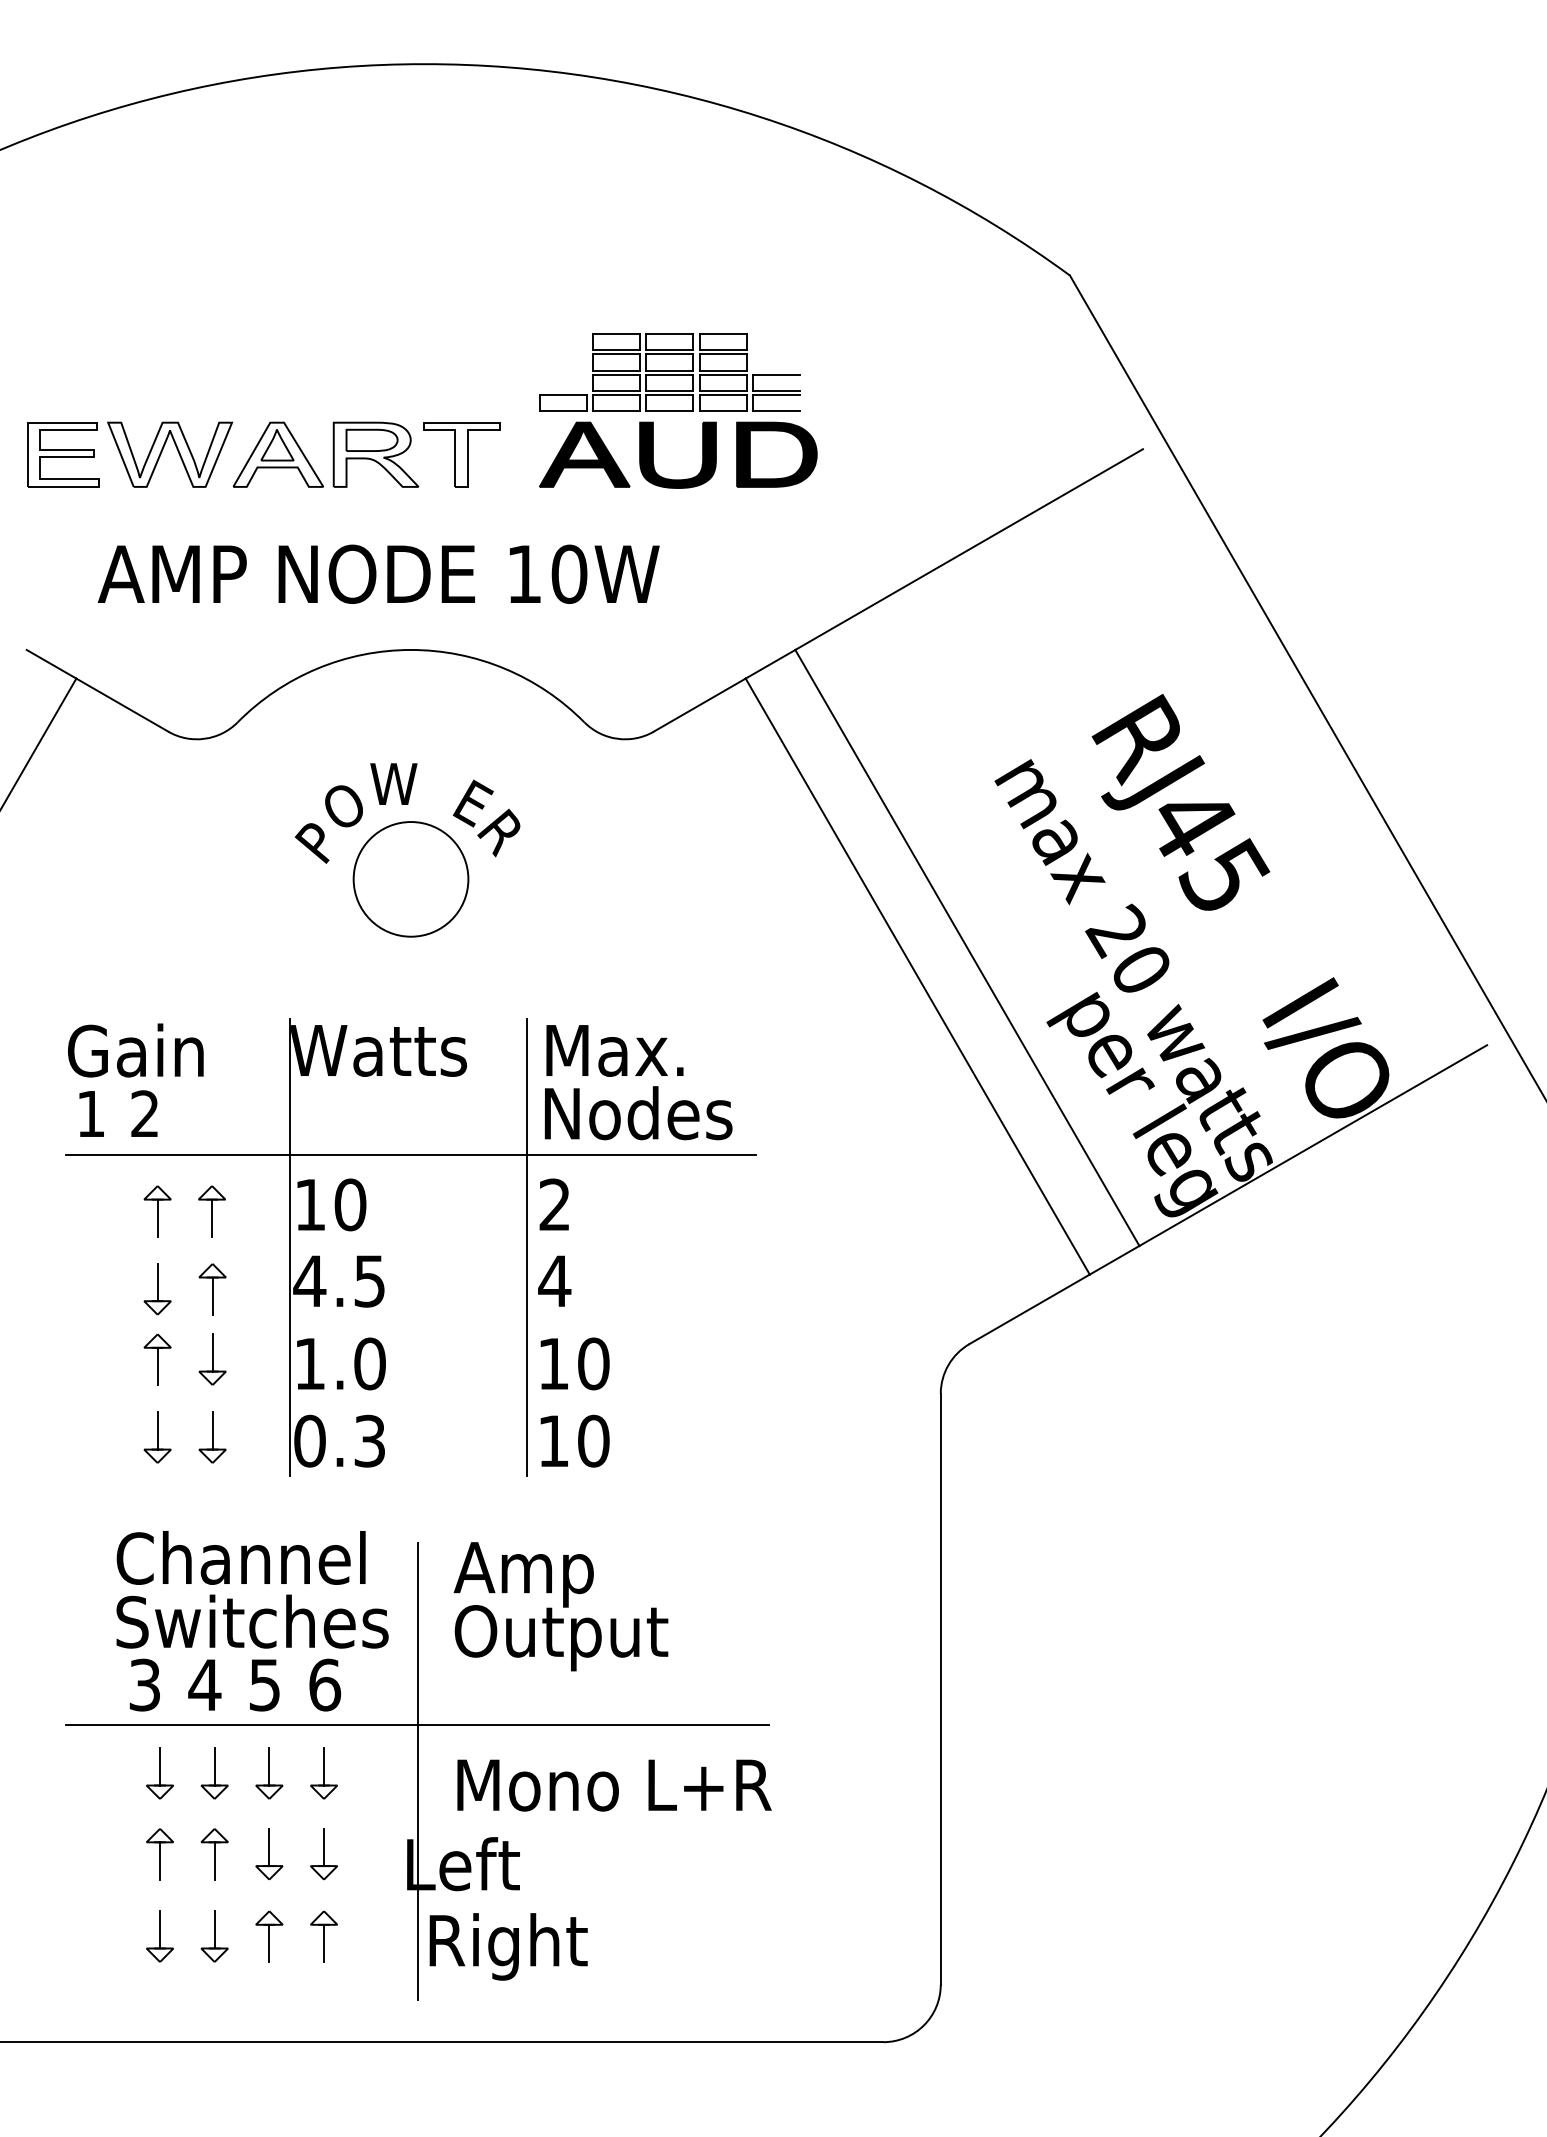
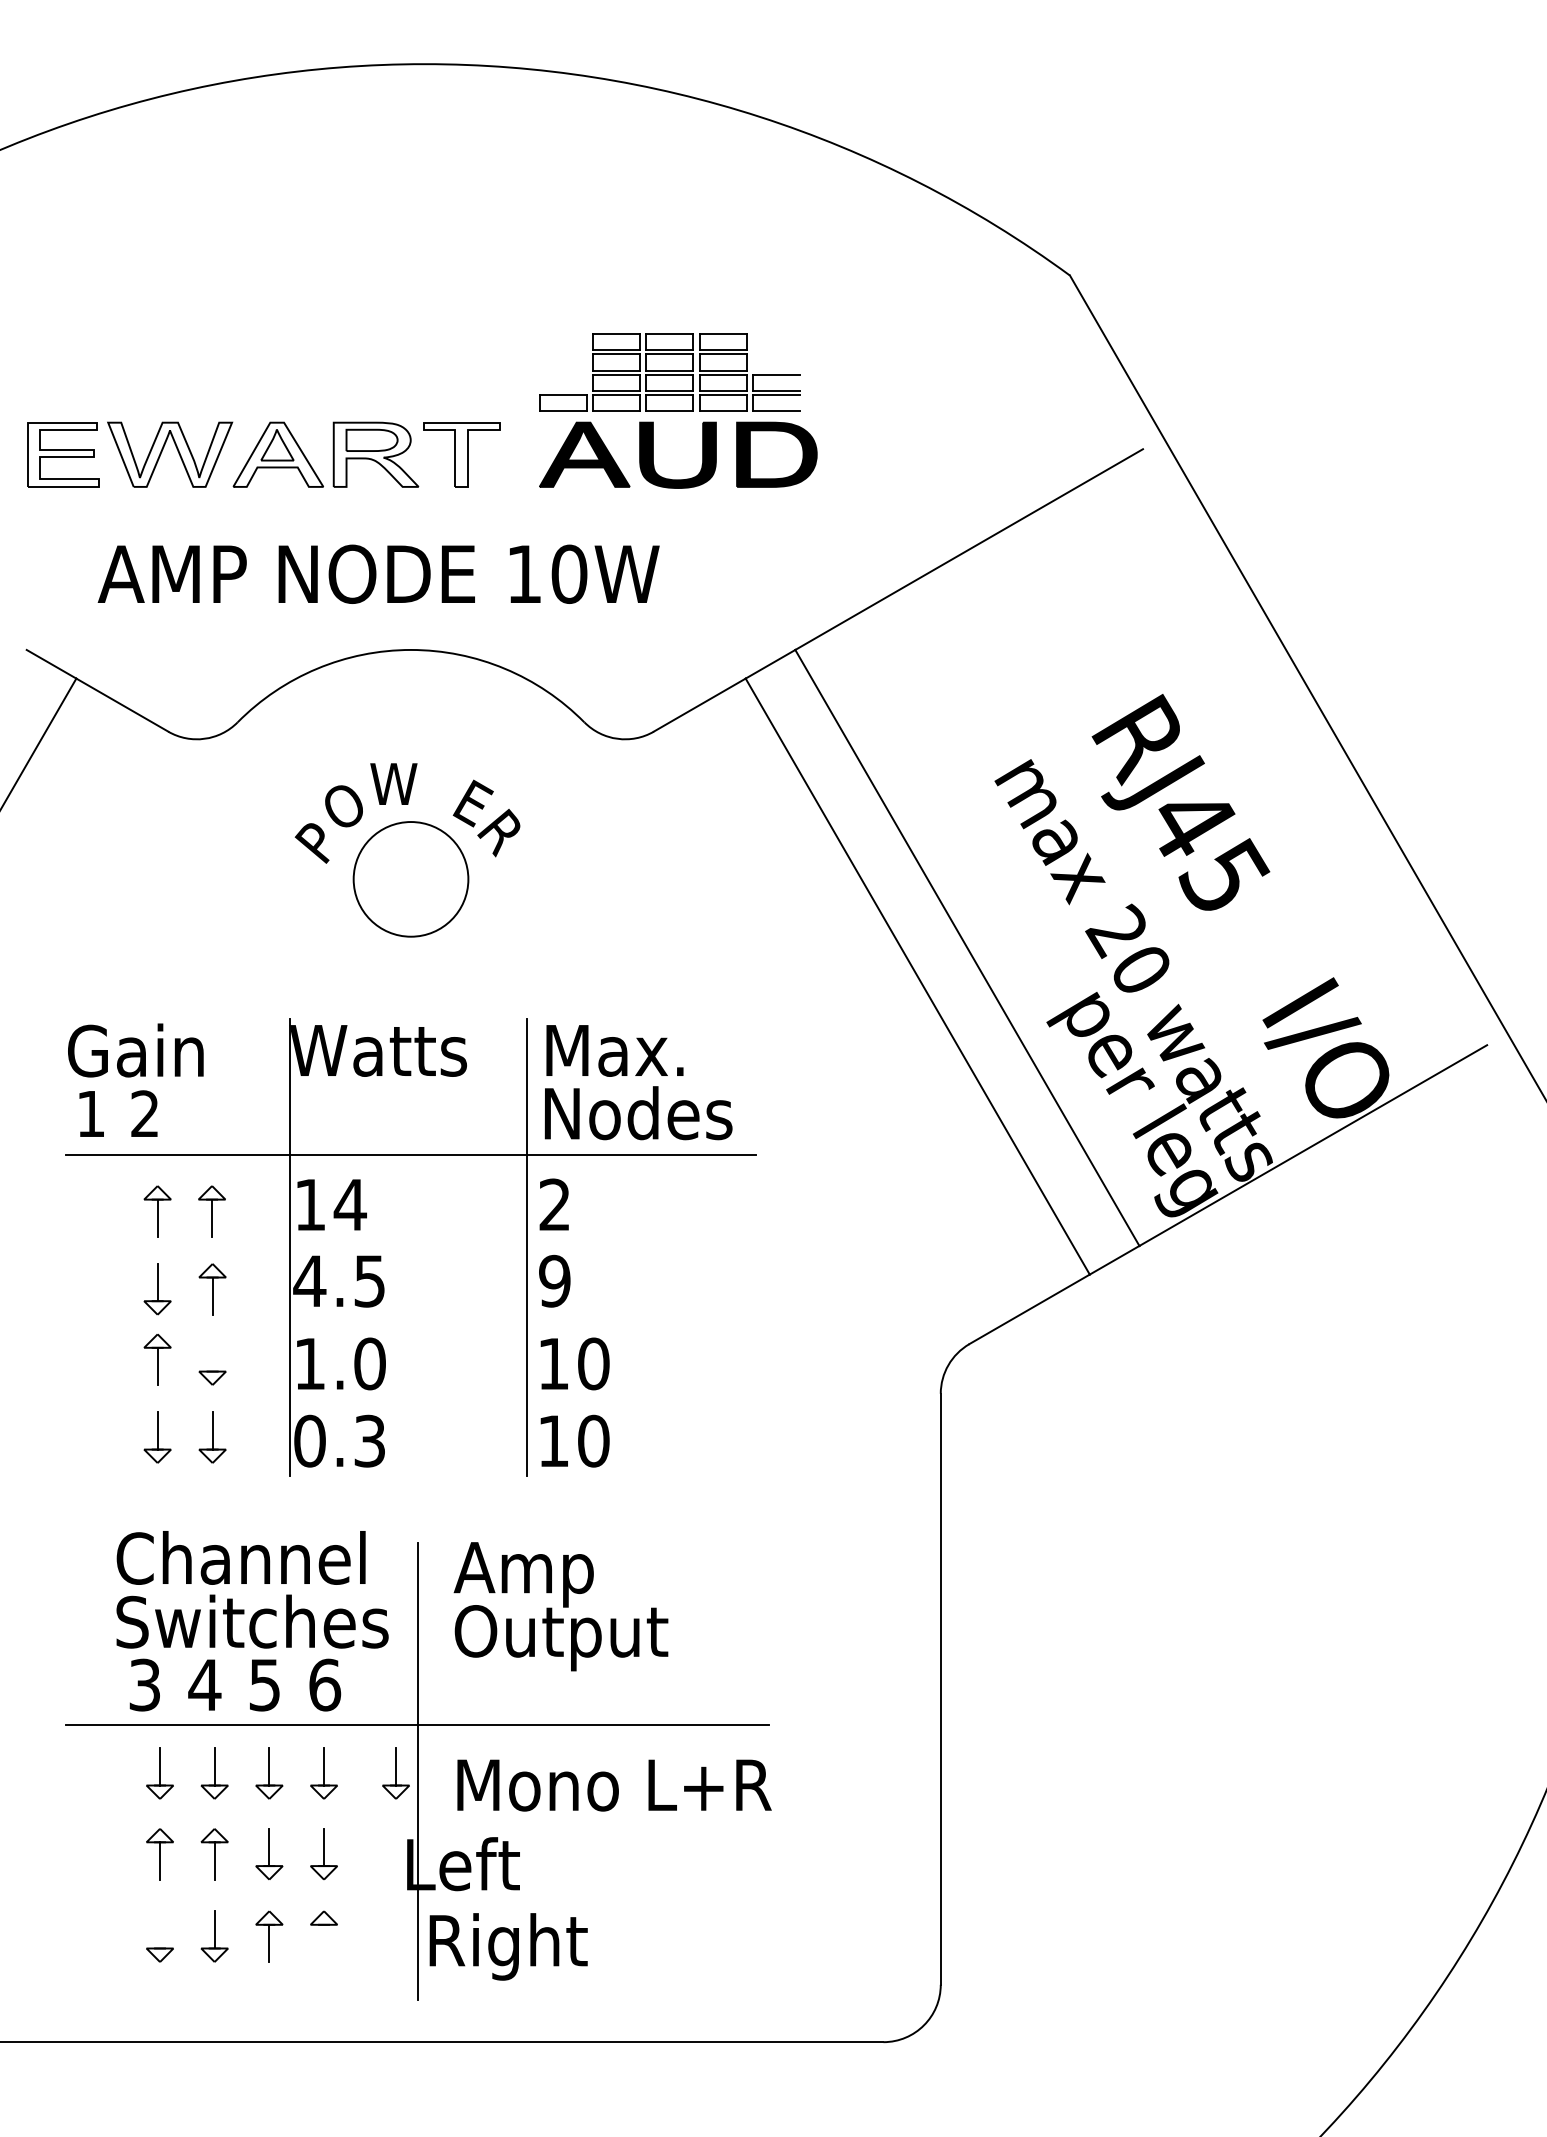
text at (349, 1204): 10 -> 14
text at (554, 1280): 4 -> 9
line at (212, 1352): present -> none
part at (395, 1773): none -> present
line at (160, 1929): present -> none
line at (324, 1943): present -> none
